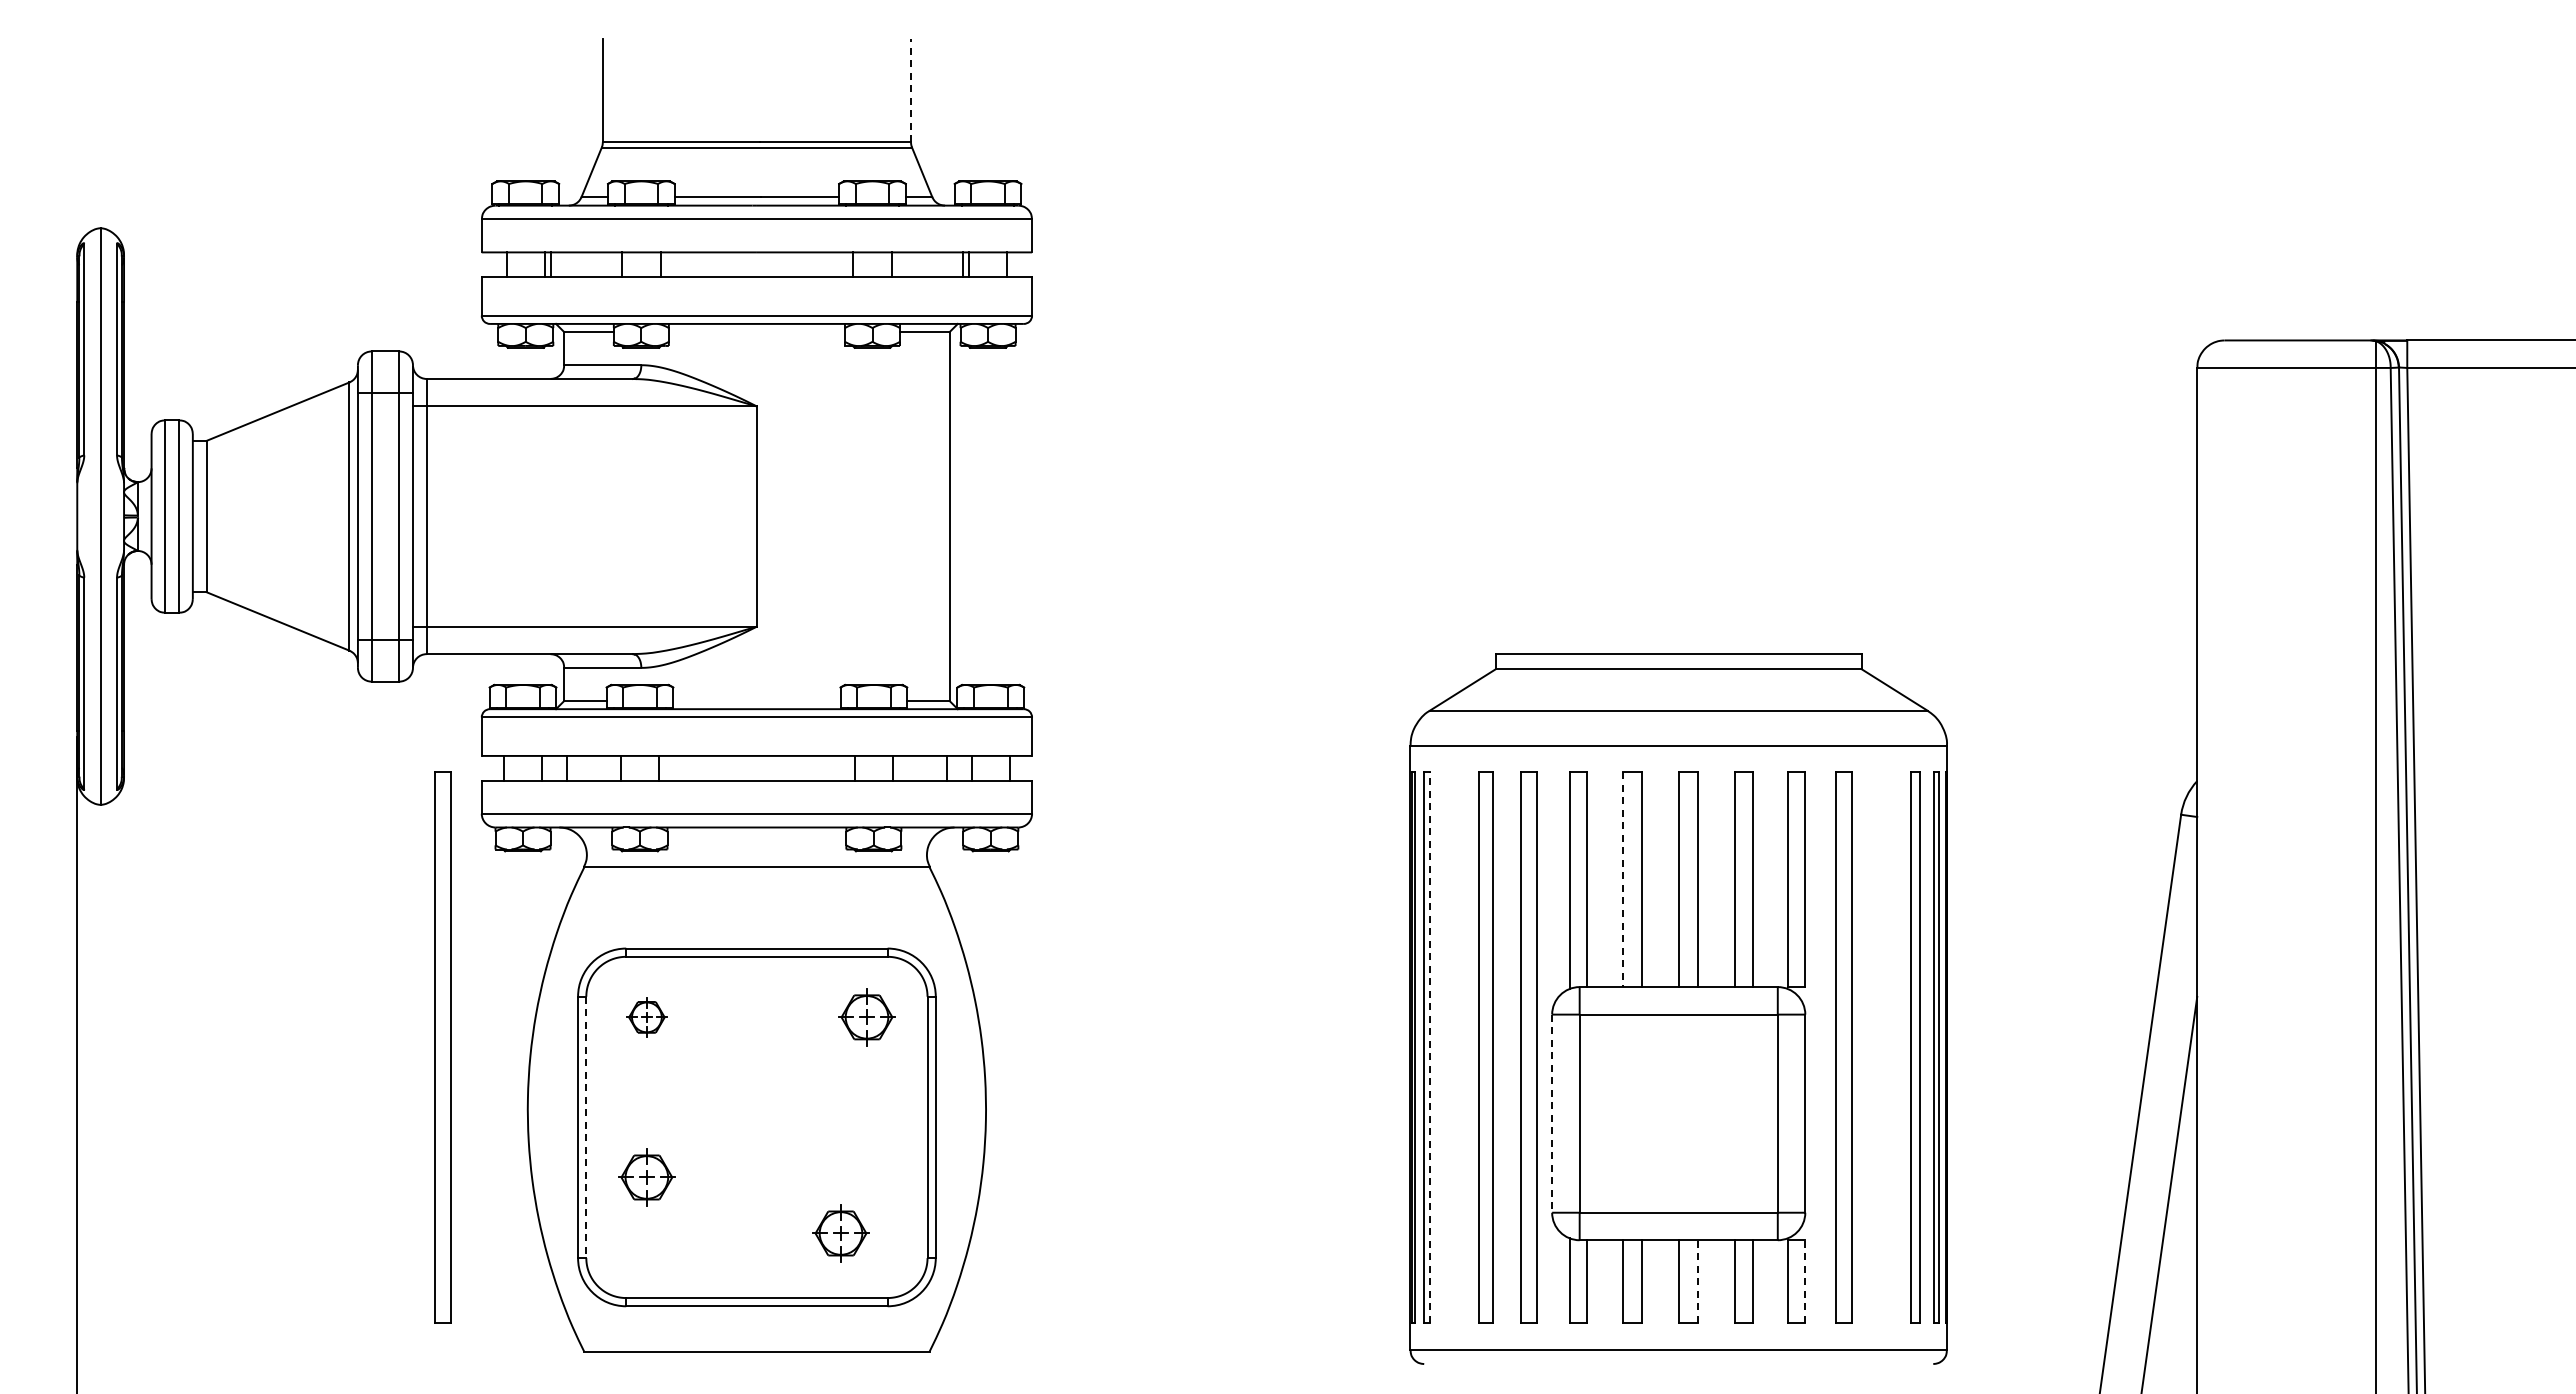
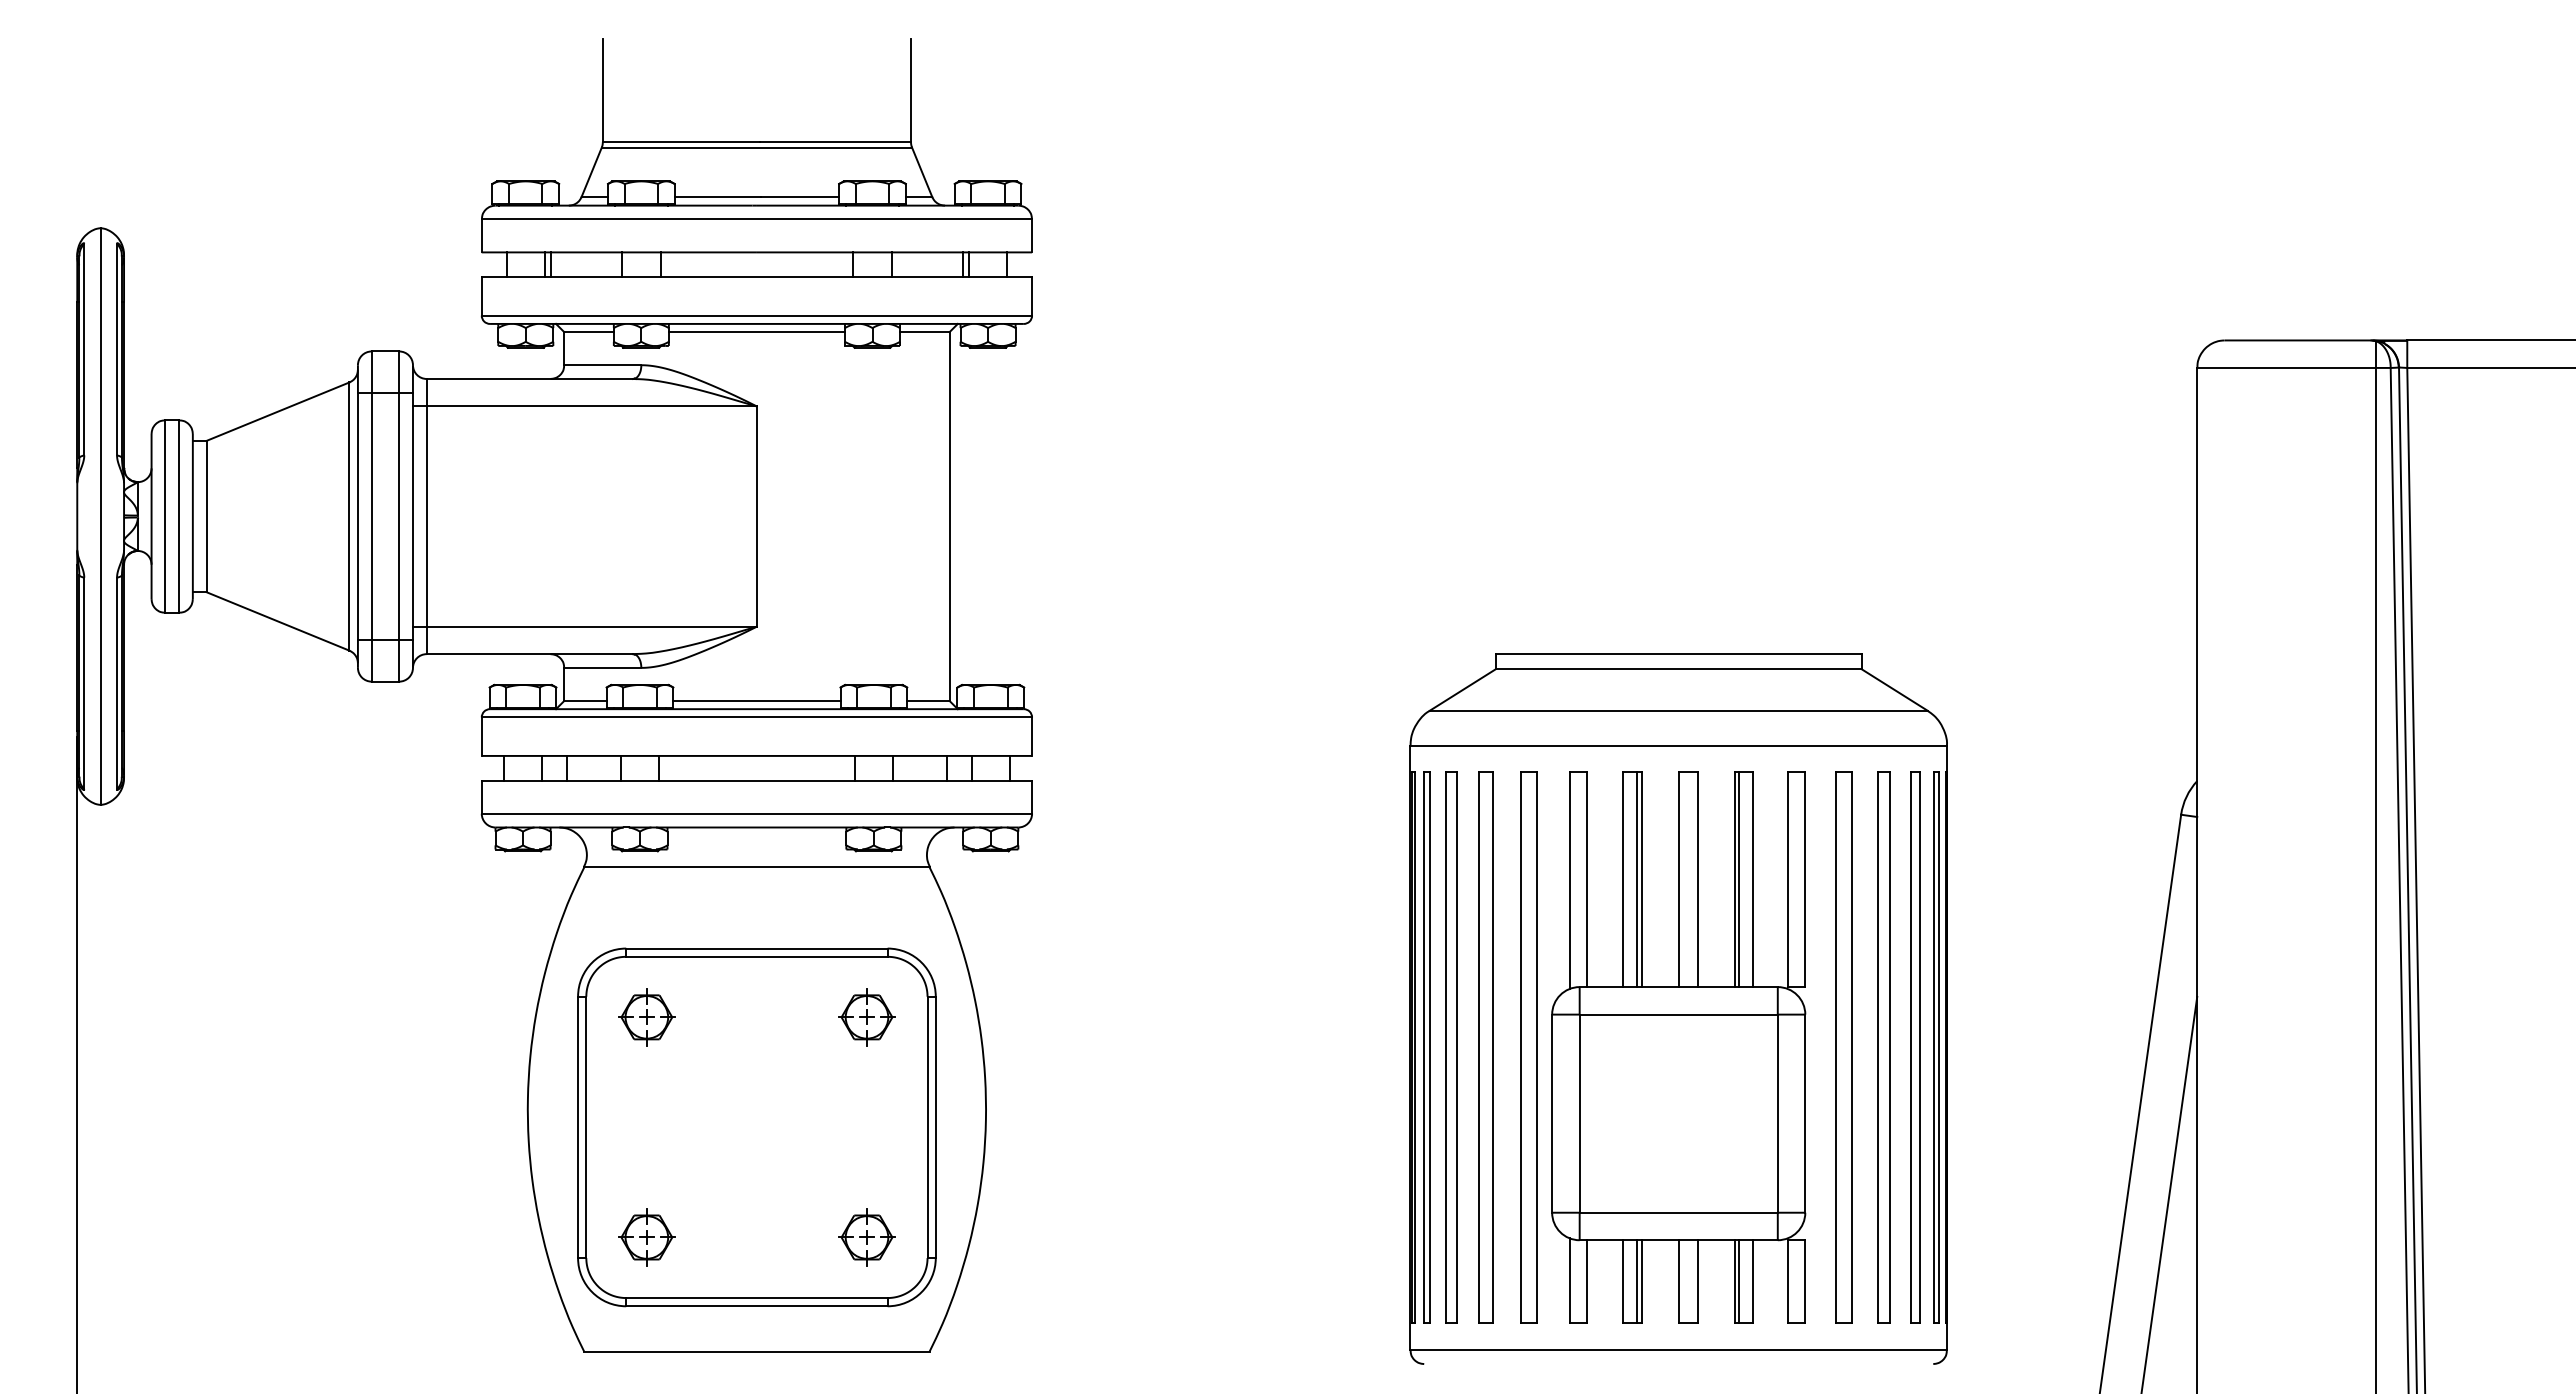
line at (911, 90): dashed -> solid
line at (756, 332): none -> present
line at (756, 700): none -> present
line at (1637, 879): none -> present
line at (1739, 879): none -> present
line at (1622, 880): dashed -> solid
part at (646, 1017) size: 42x41 px -> 58x59 px
part at (442, 1047): present -> none
line at (1430, 1047): dashed -> solid
part at (1451, 1047): none -> present
part at (1883, 1047): none -> present
line at (1552, 1114): dashed -> solid
line at (586, 1127): dashed -> solid
part at (646, 1177) position: (646, 1177) -> (646, 1237)
part at (840, 1233) position: (840, 1233) -> (866, 1237)
line at (1637, 1281): none -> present
line at (1697, 1281): dashed -> solid
line at (1739, 1281): none -> present
line at (1805, 1281): dashed -> solid
